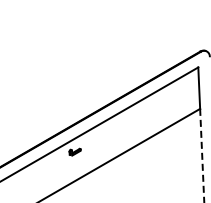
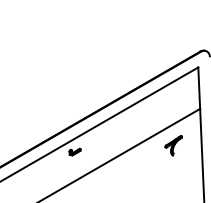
part at (173, 145): none -> present
line at (202, 155): dashed -> solid
